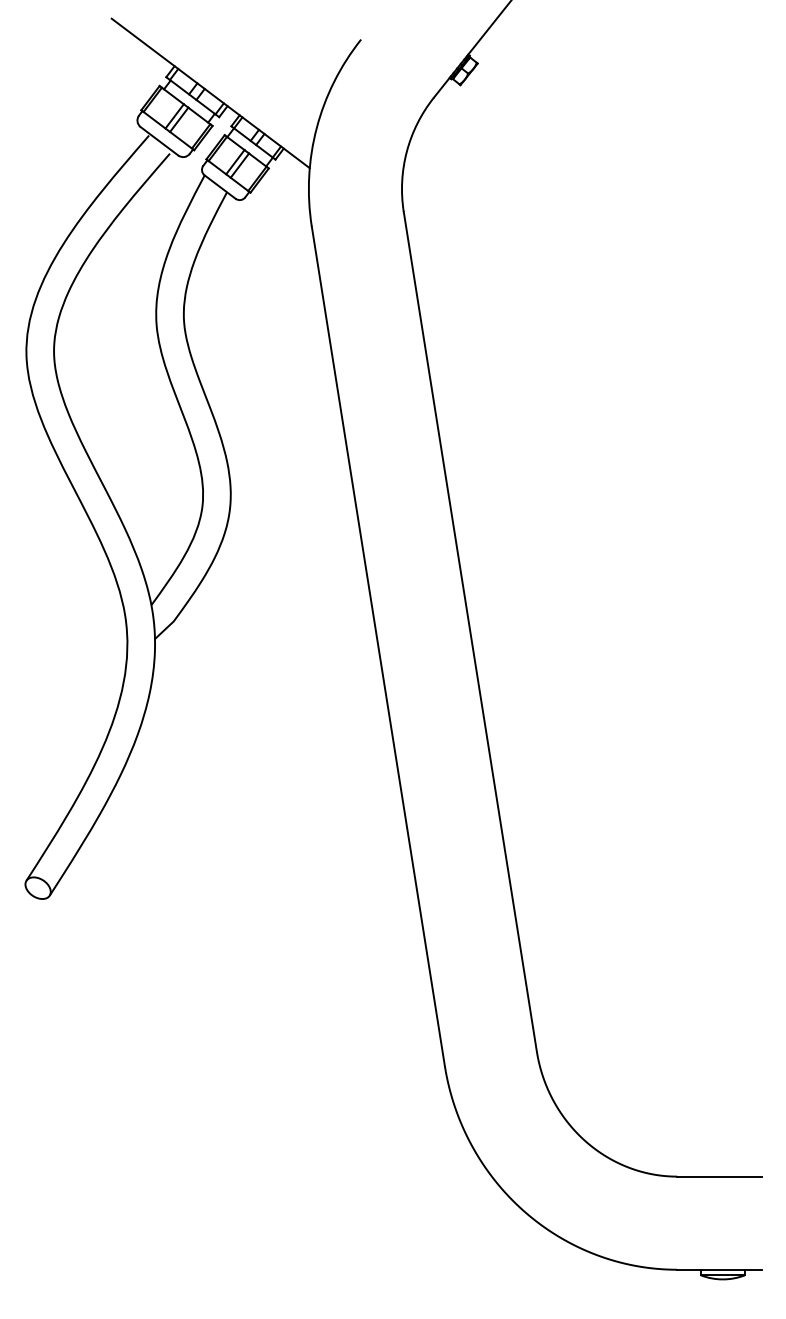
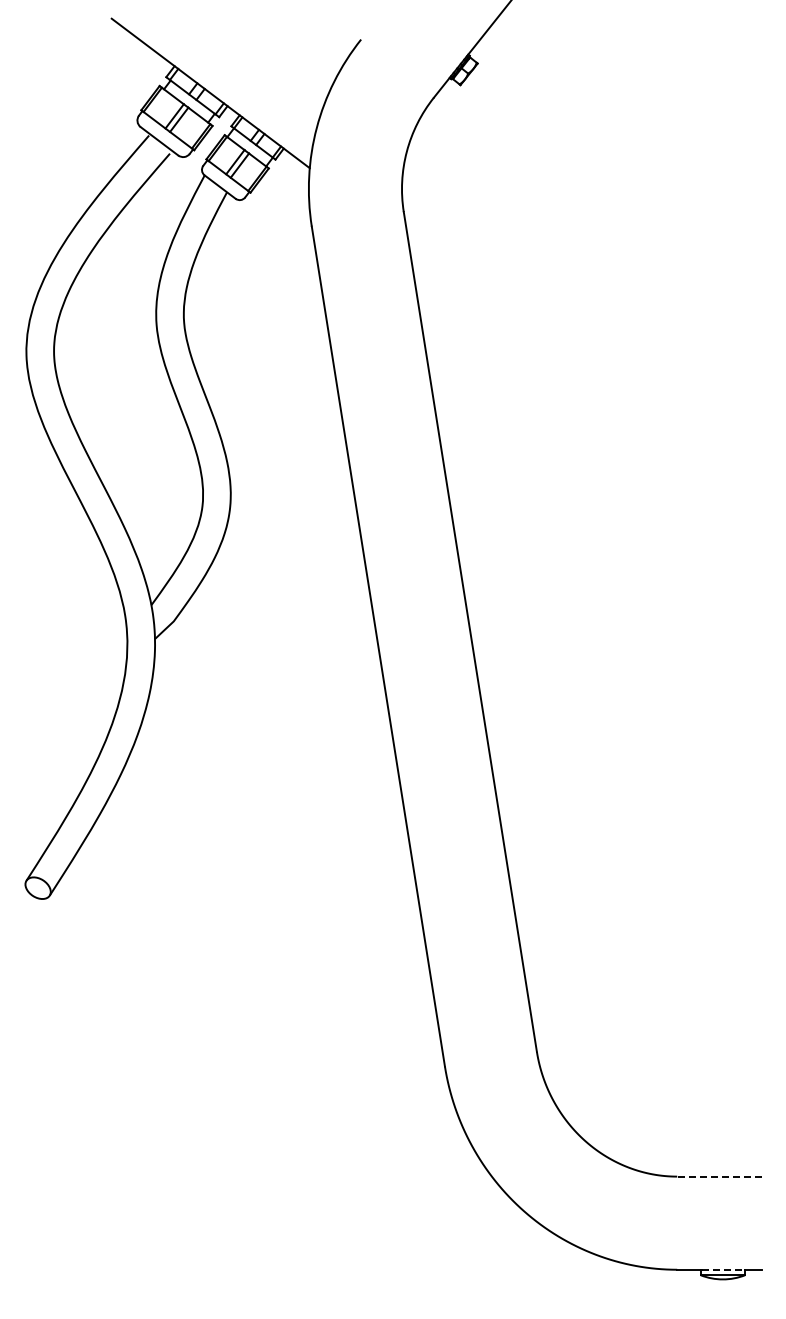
line at (719, 1176): solid -> dashed
line at (723, 1269): solid -> dashed
